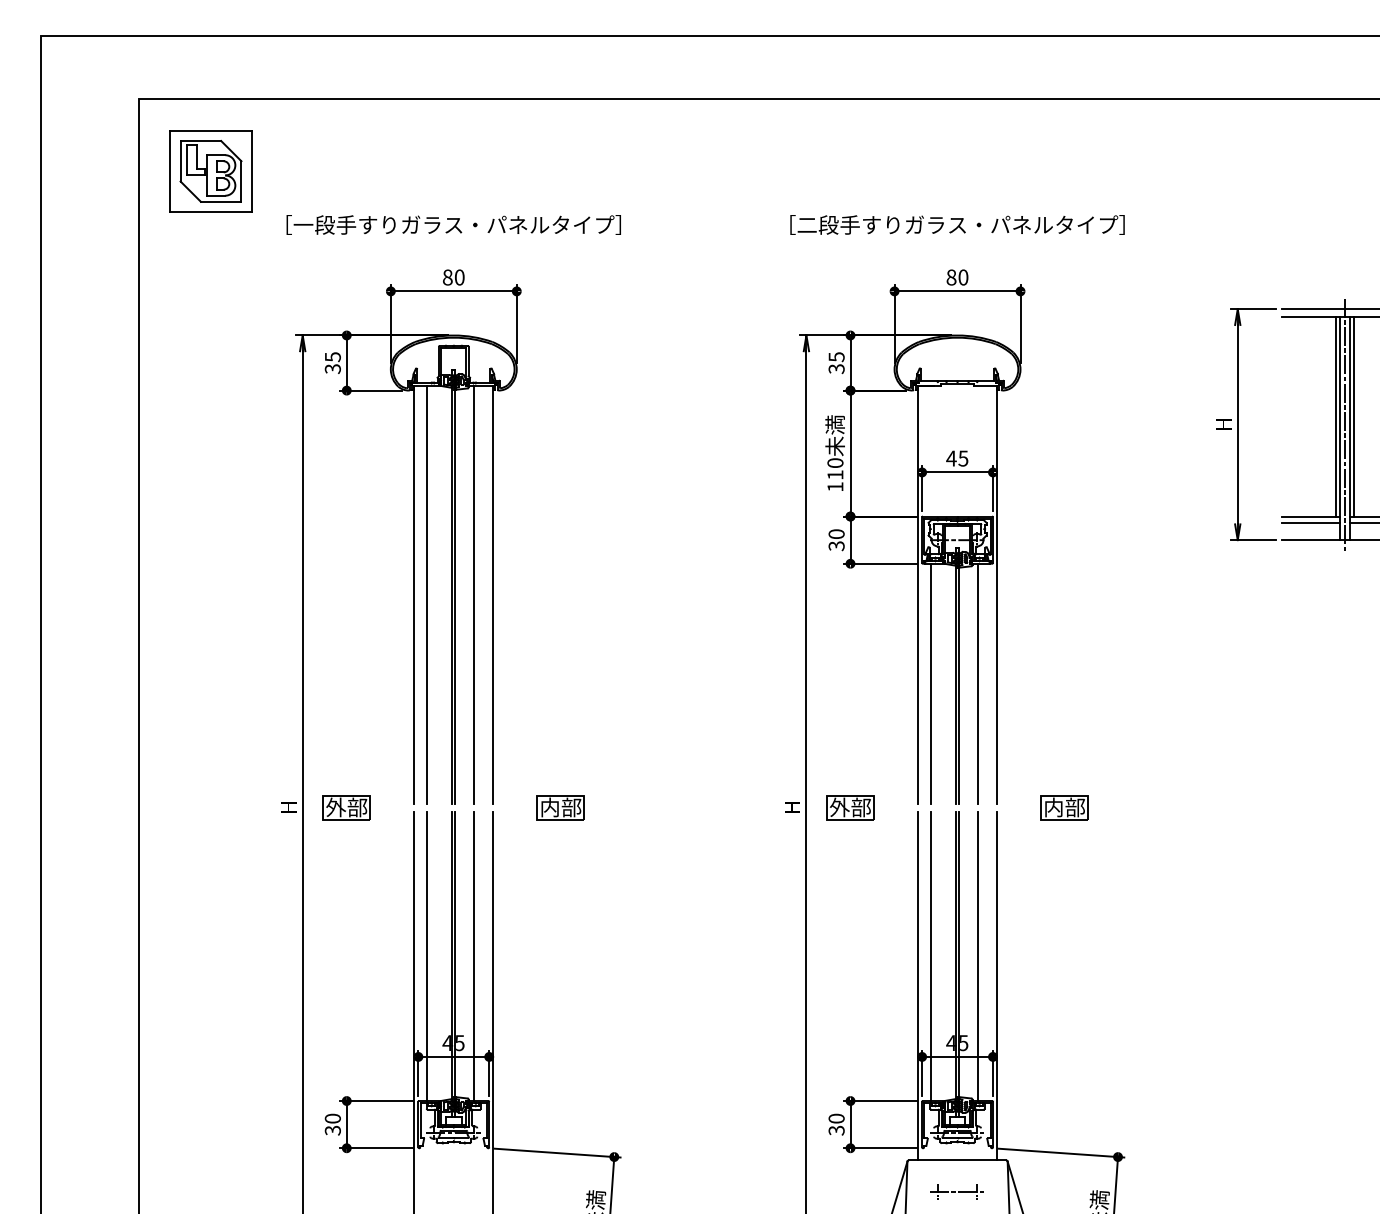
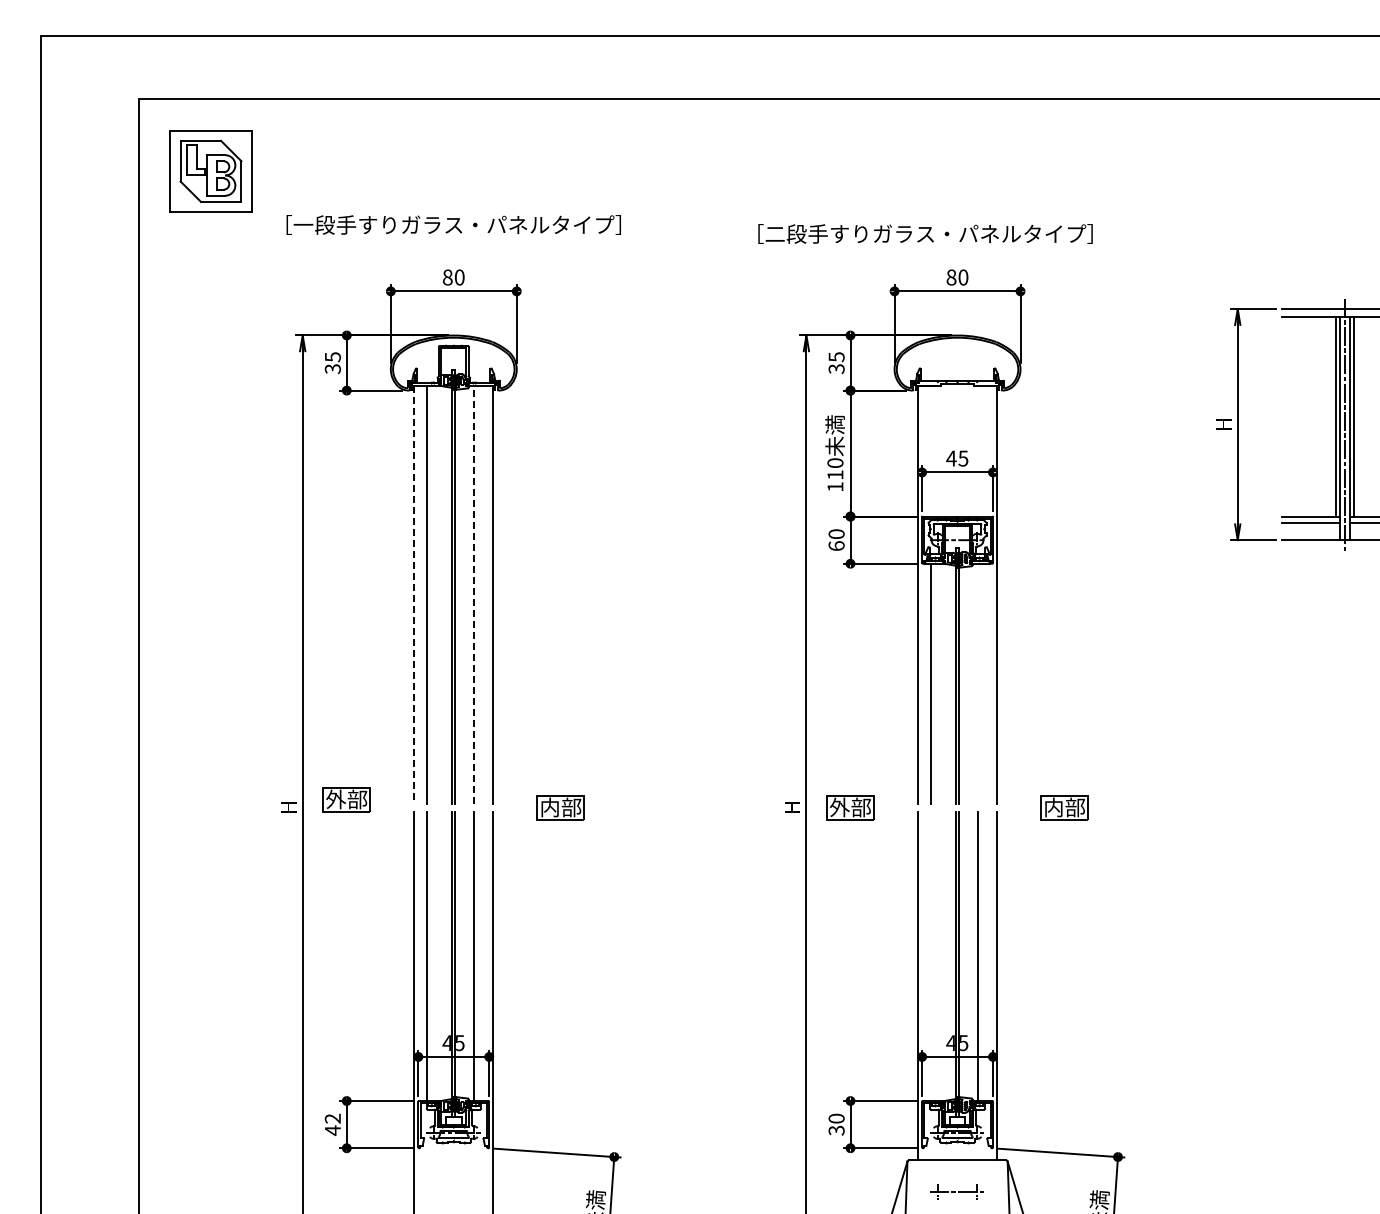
text at (957, 224) position: (957, 224) -> (925, 233)
text at (836, 546): 30 -> 60
line at (414, 594): solid -> dashed
line at (474, 594): solid -> dashed
line at (978, 683): present -> none
part at (346, 807) position: (346, 807) -> (346, 799)
line at (930, 956): present -> none
text at (332, 1124): 30 -> 42
